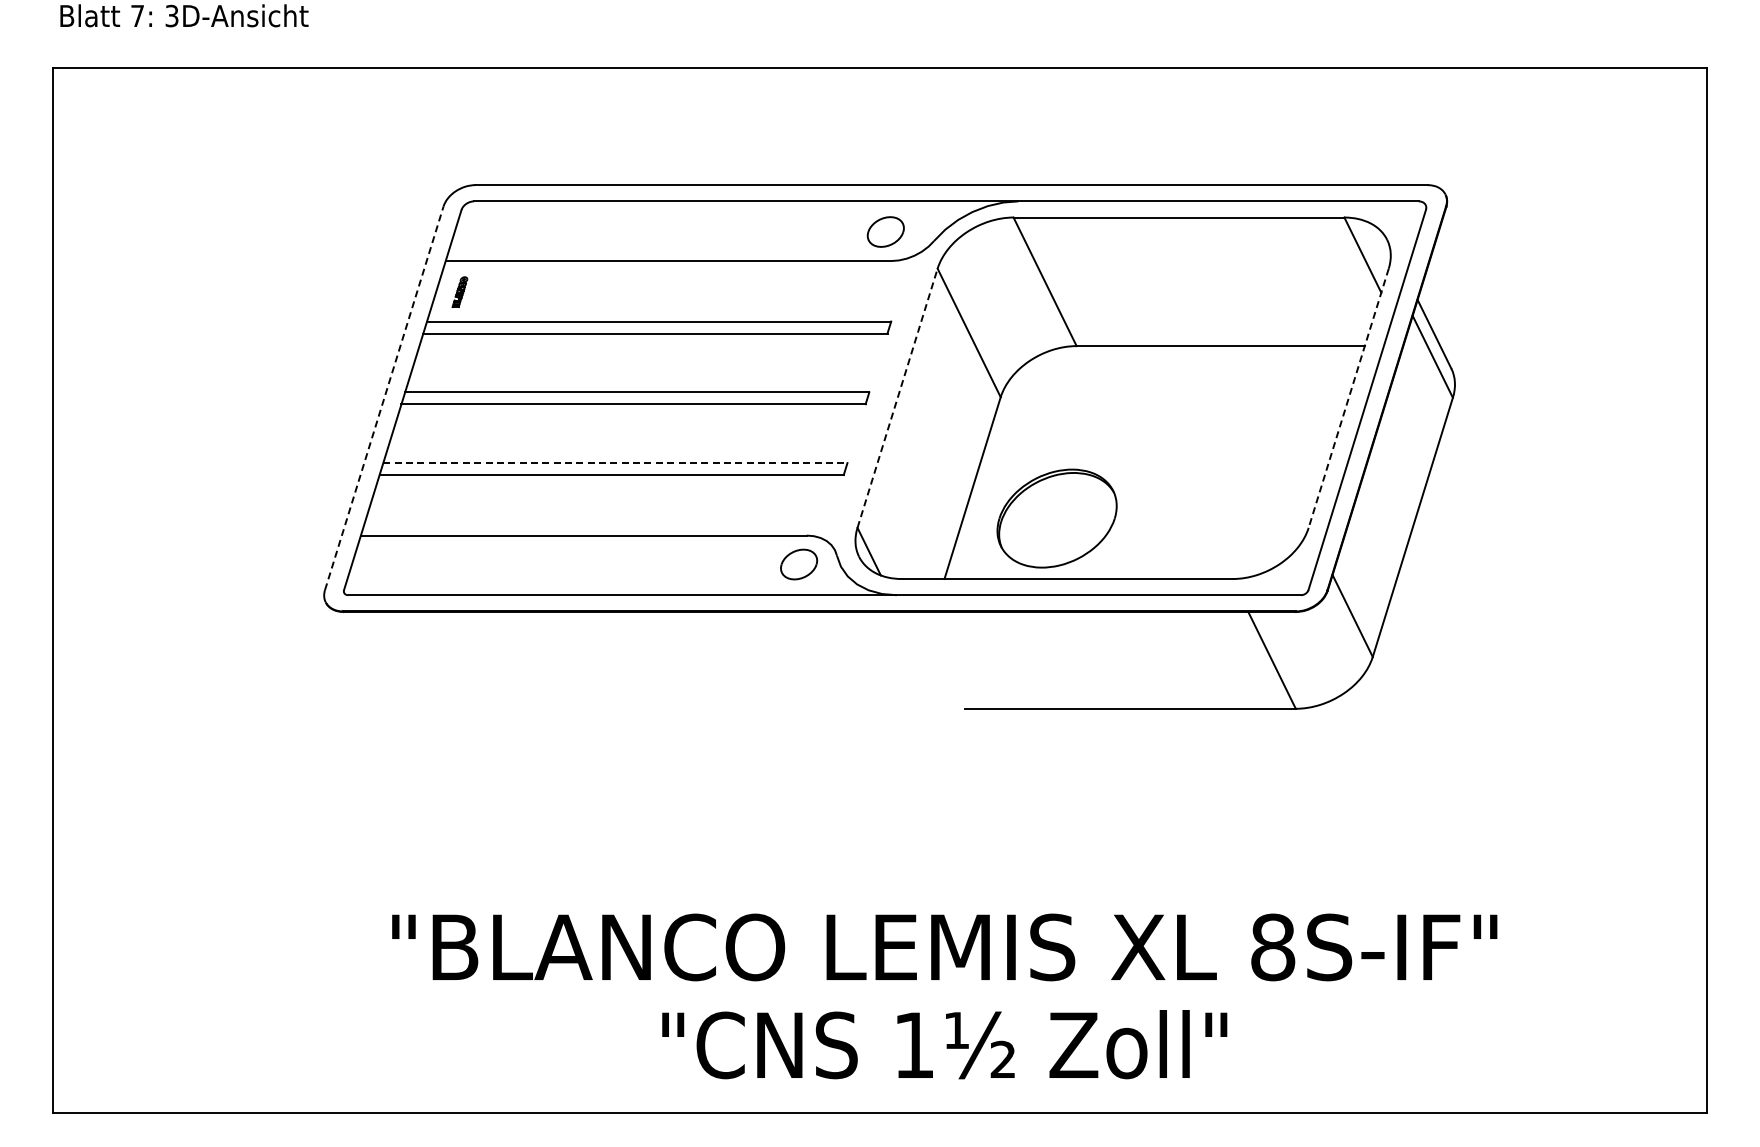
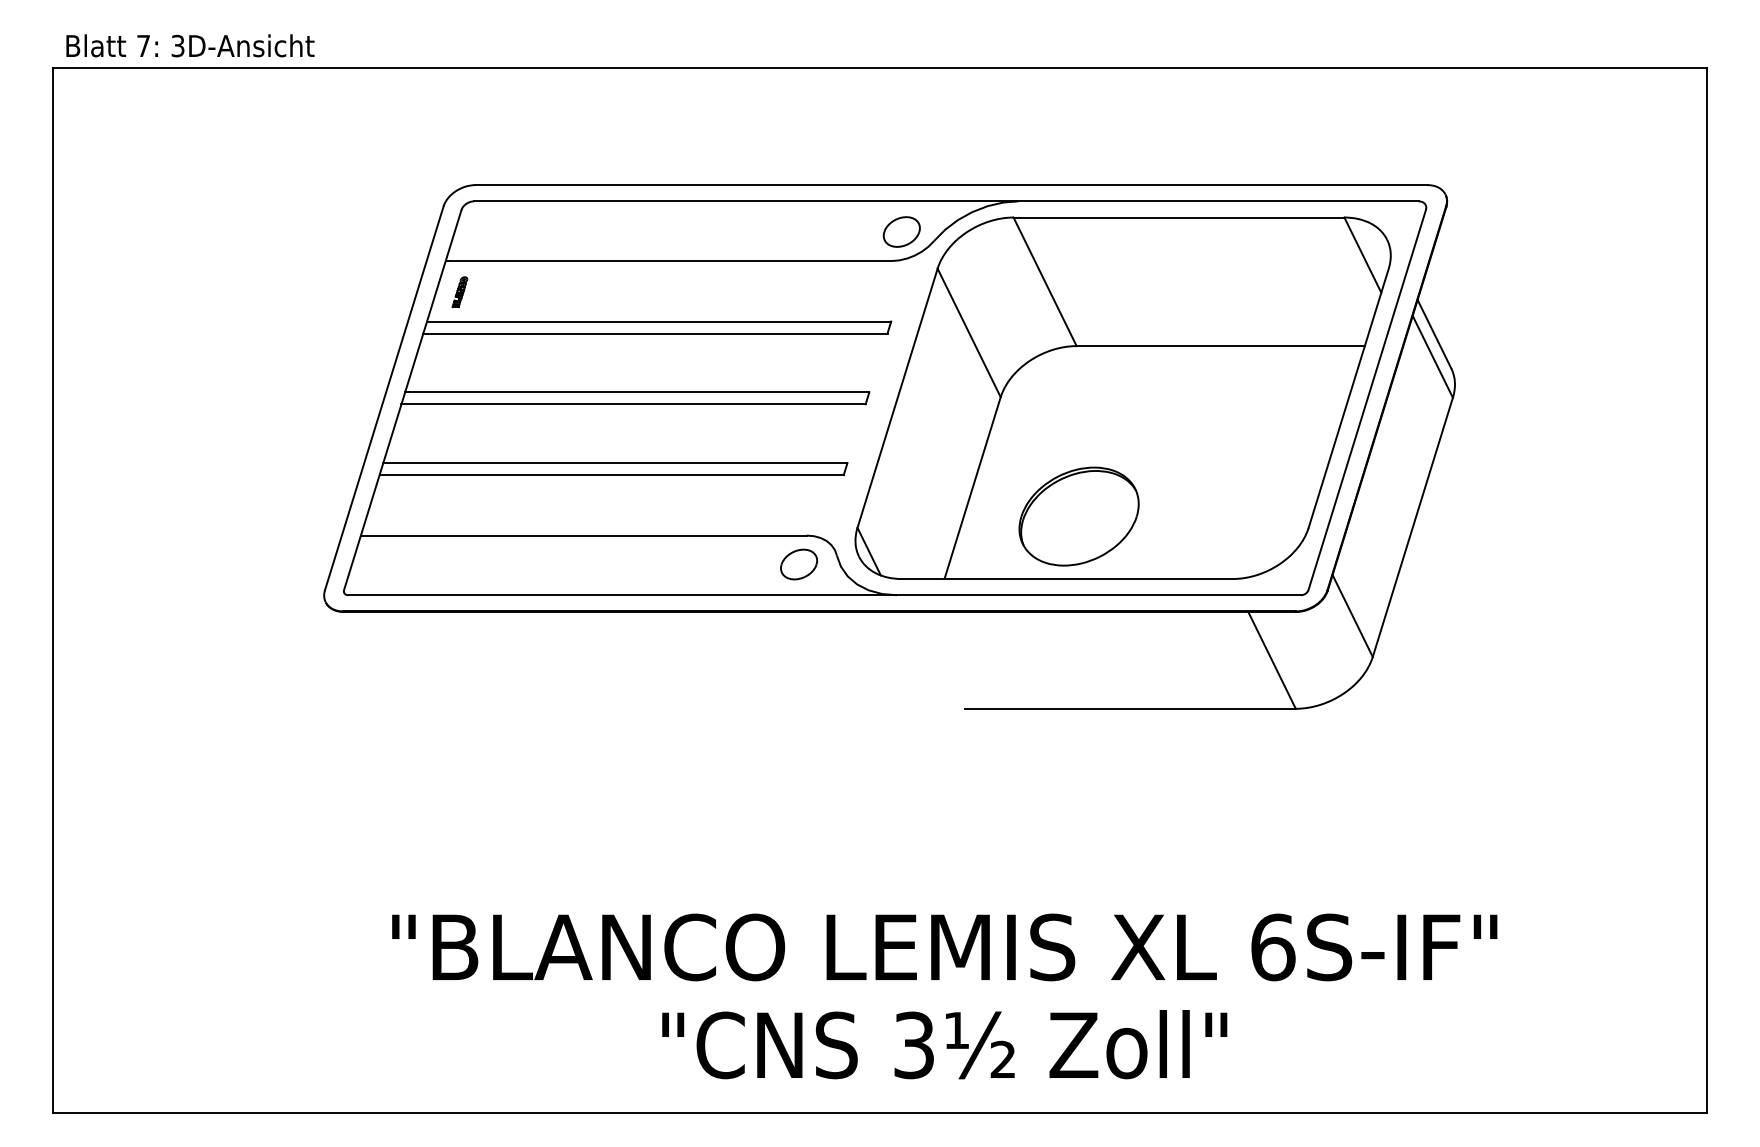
text at (184, 15) position: (184, 15) -> (190, 45)
part at (885, 231) position: (885, 231) -> (901, 231)
line at (384, 398): dashed -> solid
line at (897, 398): dashed -> solid
line at (1348, 398): dashed -> solid
line at (615, 463): dashed -> solid
part at (1056, 518) position: (1056, 518) -> (1078, 516)
text at (1273, 947): 8S-IF" -> 6S-IF"
text at (913, 1045): 1½ -> 3½
